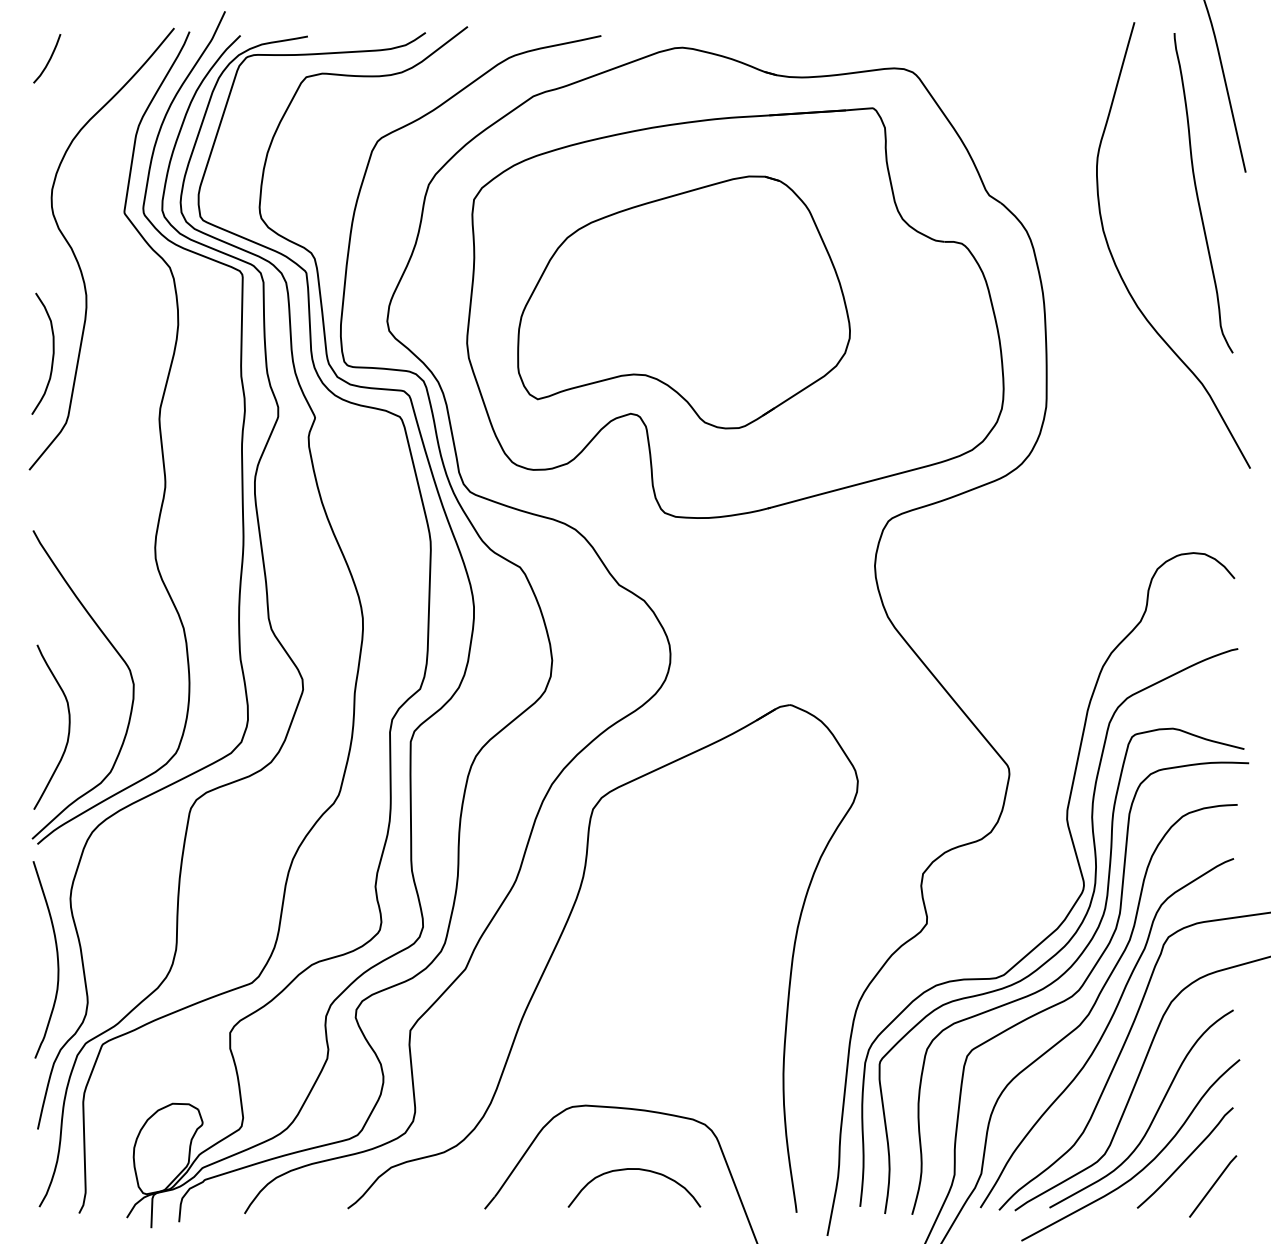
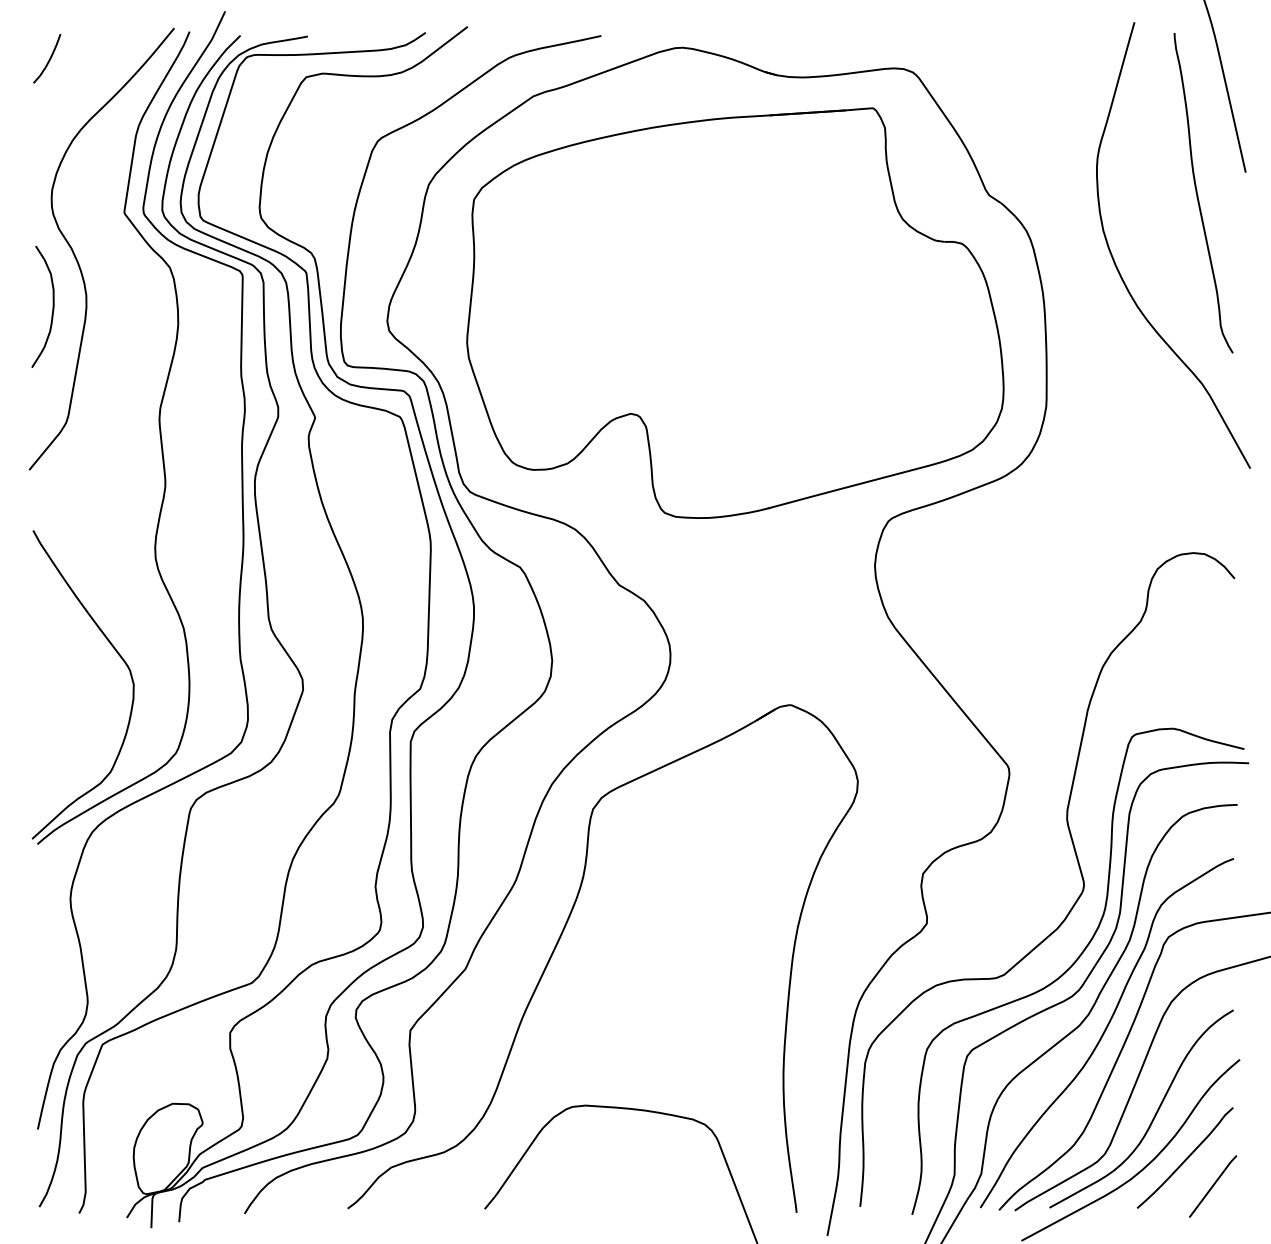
part at (683, 302): present -> none
curve at (52, 353) position: (52, 353) -> (52, 306)
curve at (68, 726): present -> none
curve at (1070, 937): present -> none
curve at (56, 956): present -> none
curve at (634, 1169): present -> none
